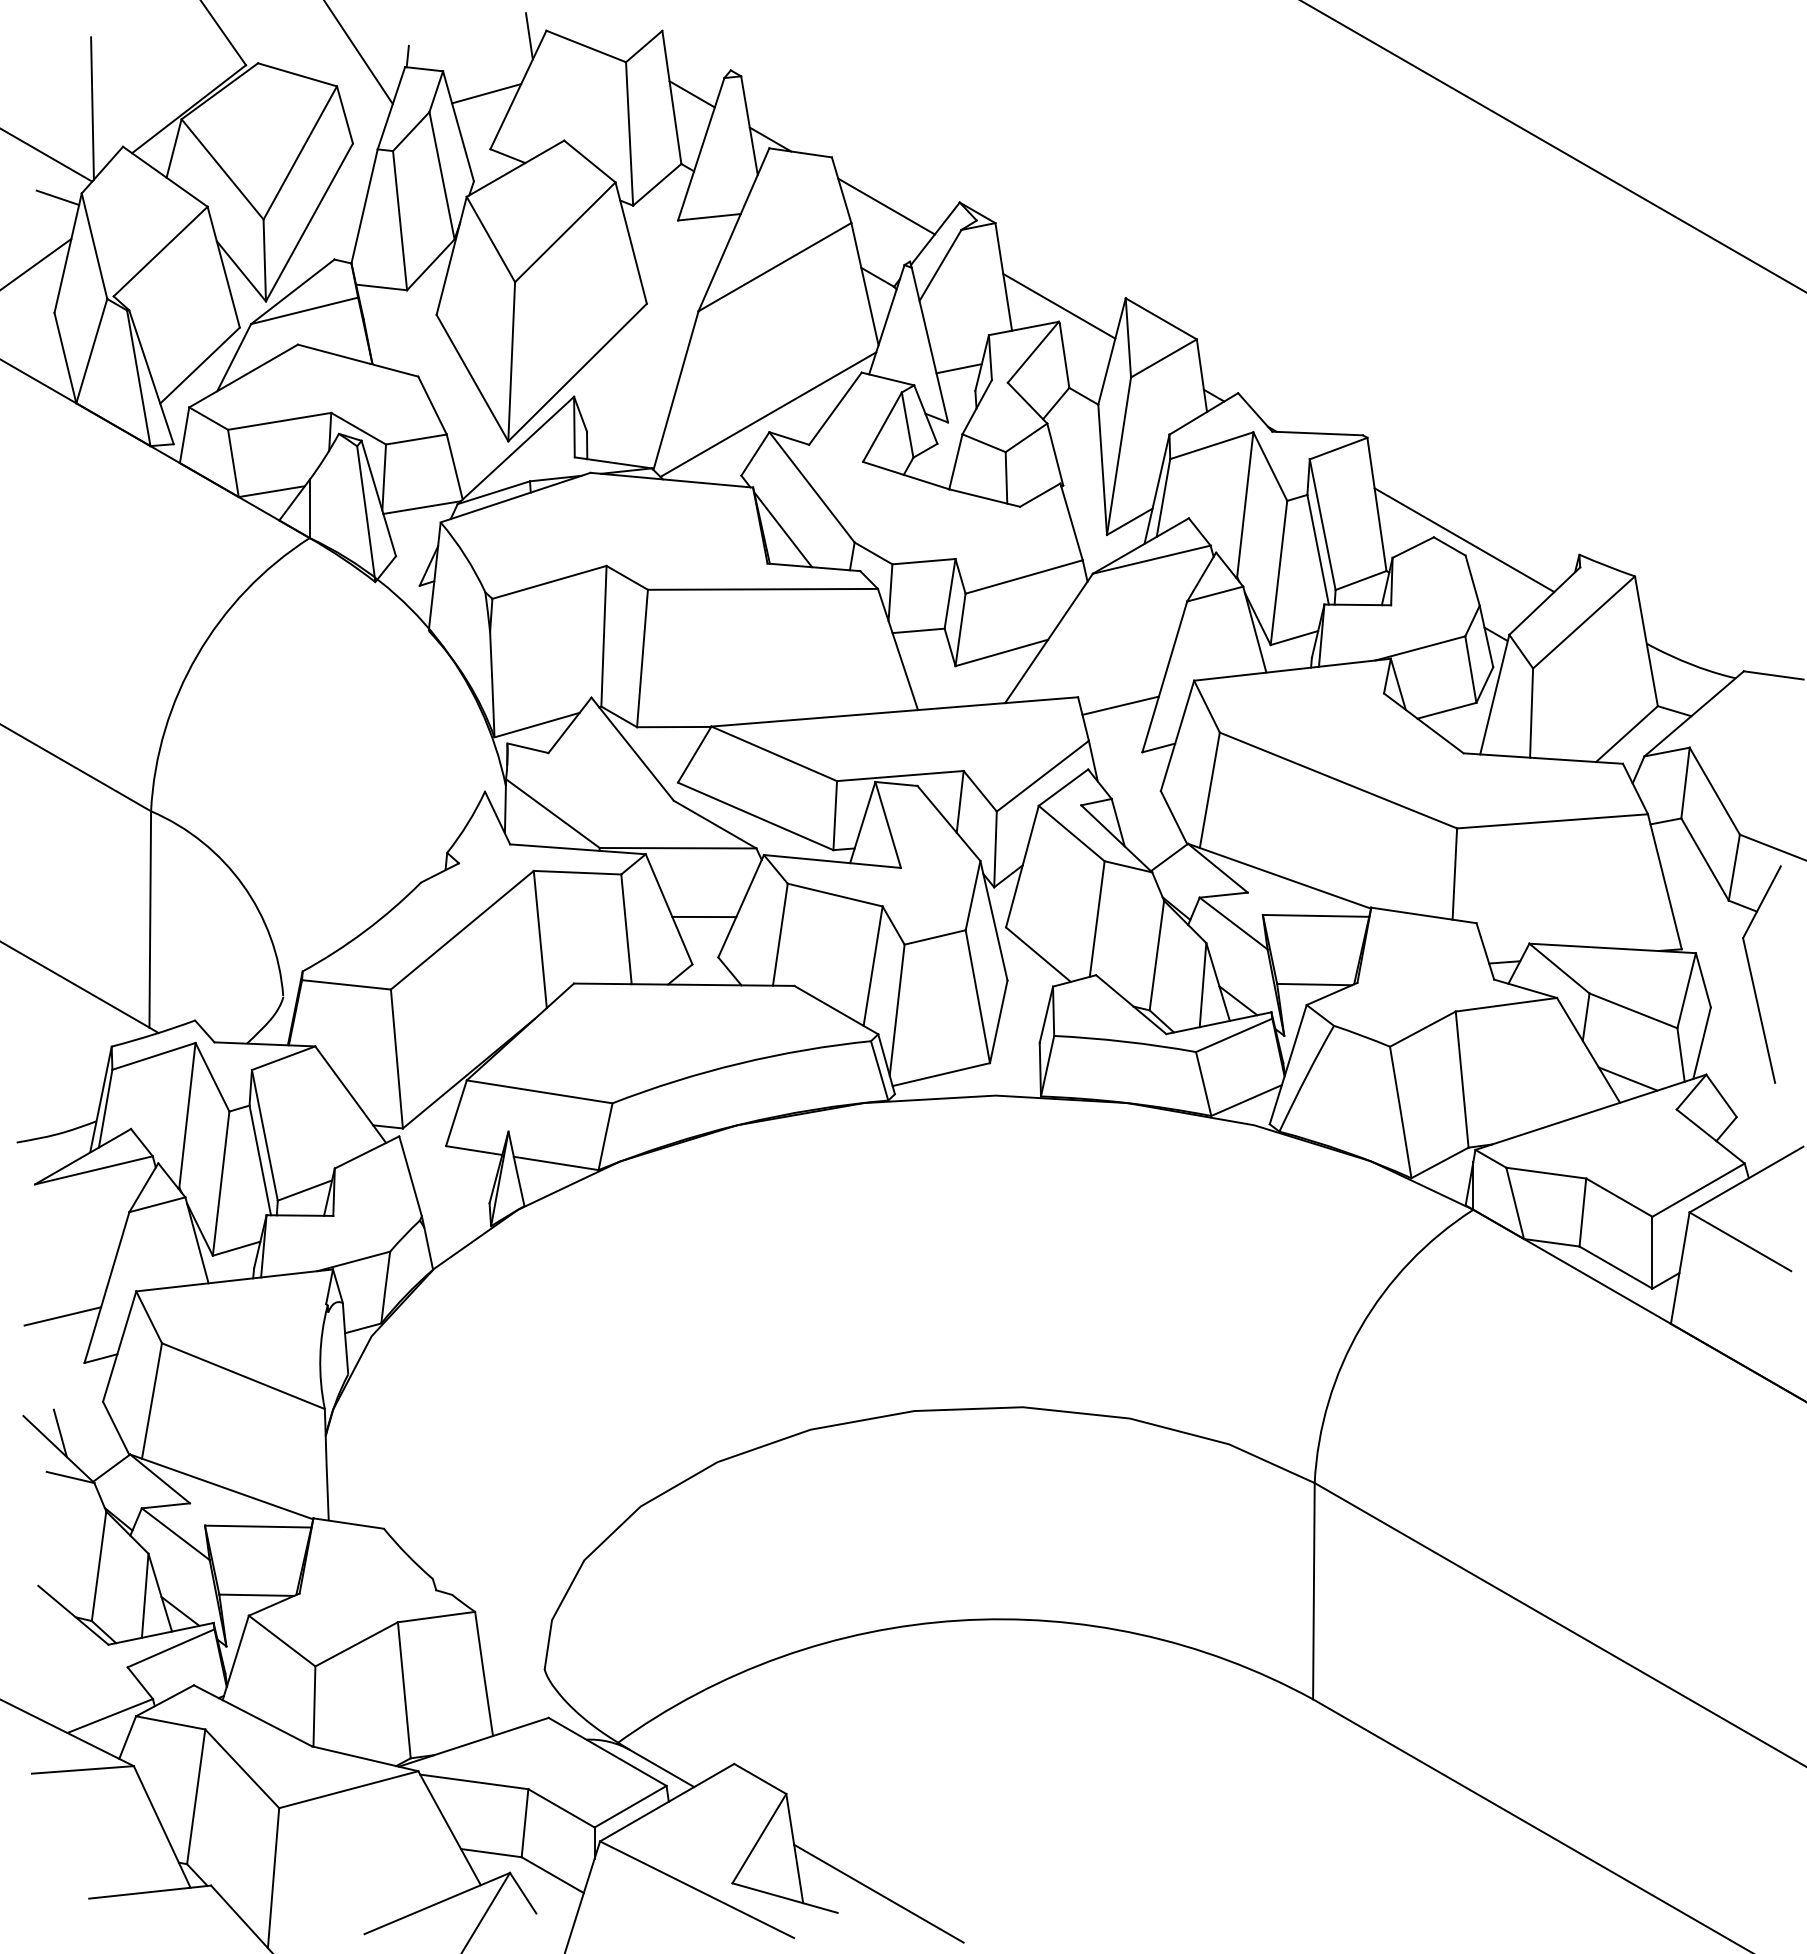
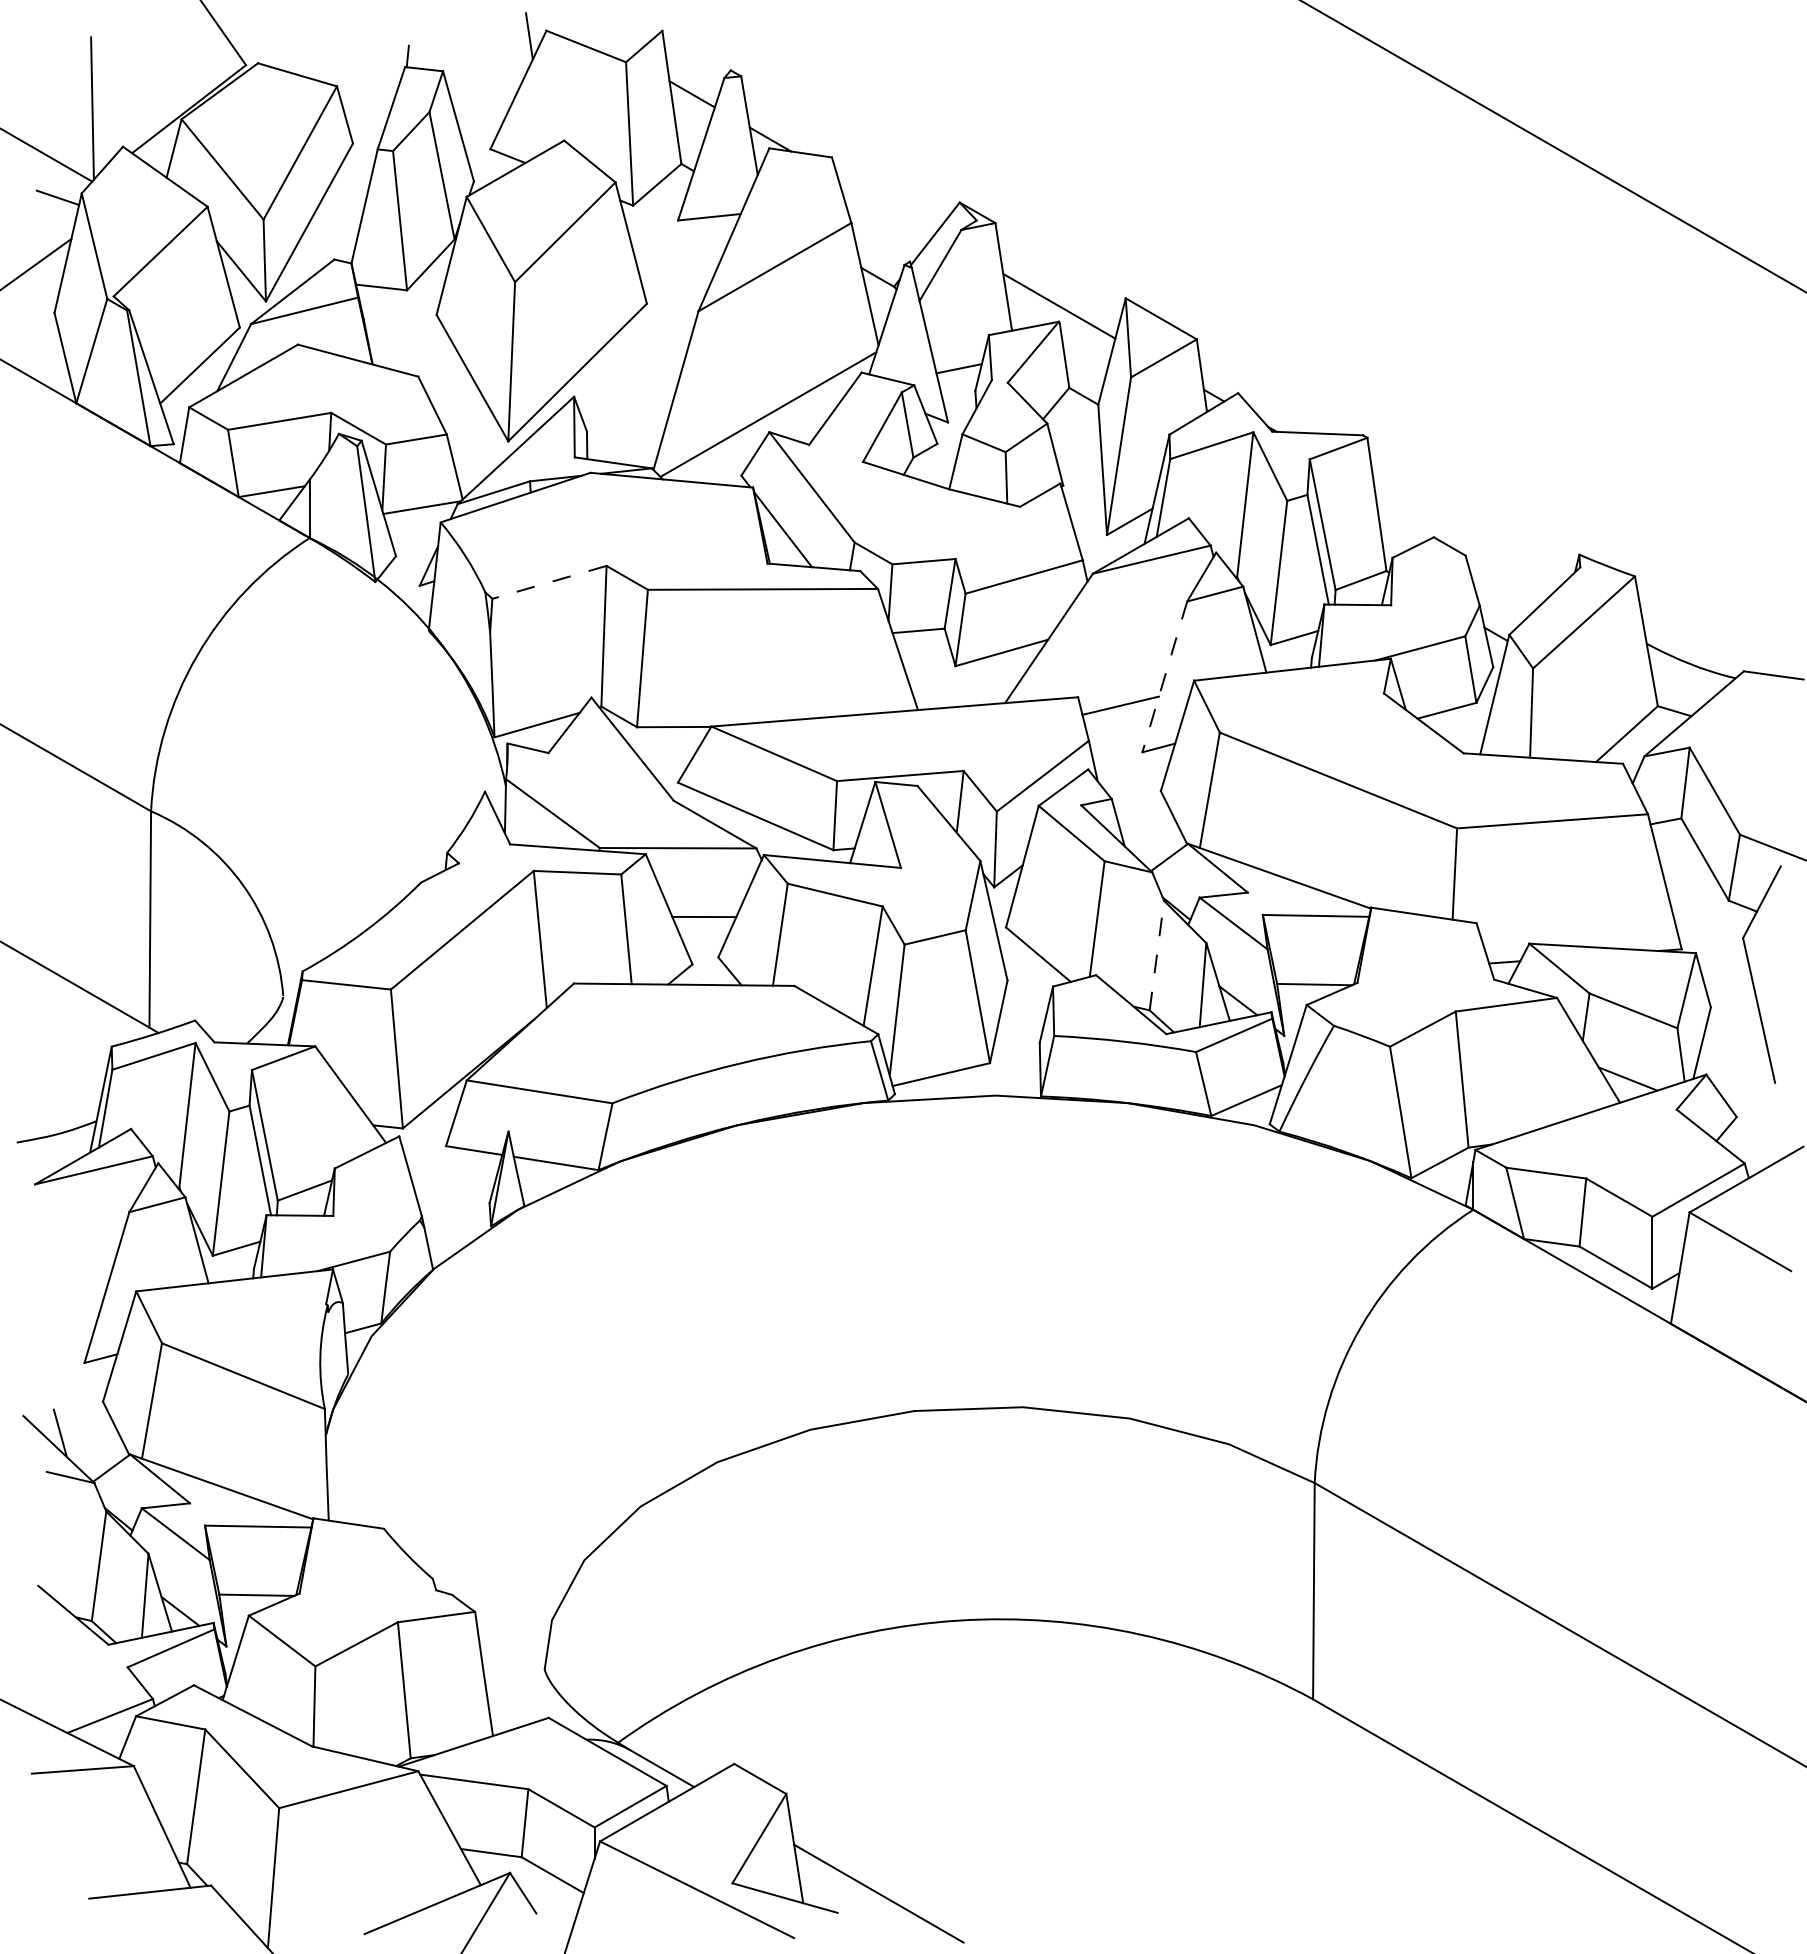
line at (358, 53): present -> none
line at (486, 93): present -> none
line at (886, 206): present -> none
line at (1464, 540): present -> none
line at (549, 582): solid -> dashed
line at (1164, 676): solid -> dashed
line at (1156, 955): solid -> dashed
line at (62, 1316): present -> none
